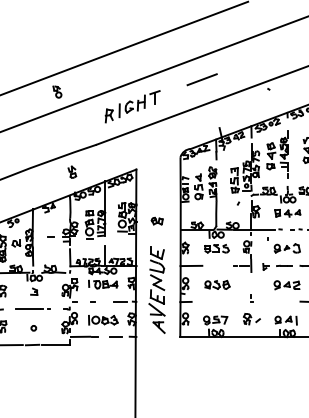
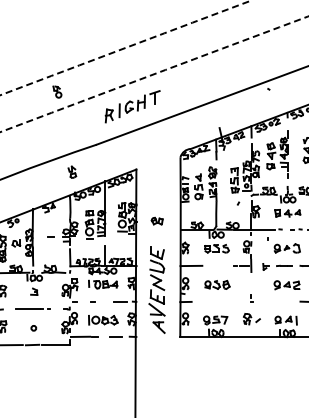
arc at (124, 48): solid -> dashed
arc at (154, 74): solid -> dashed
line at (201, 79): present -> none
